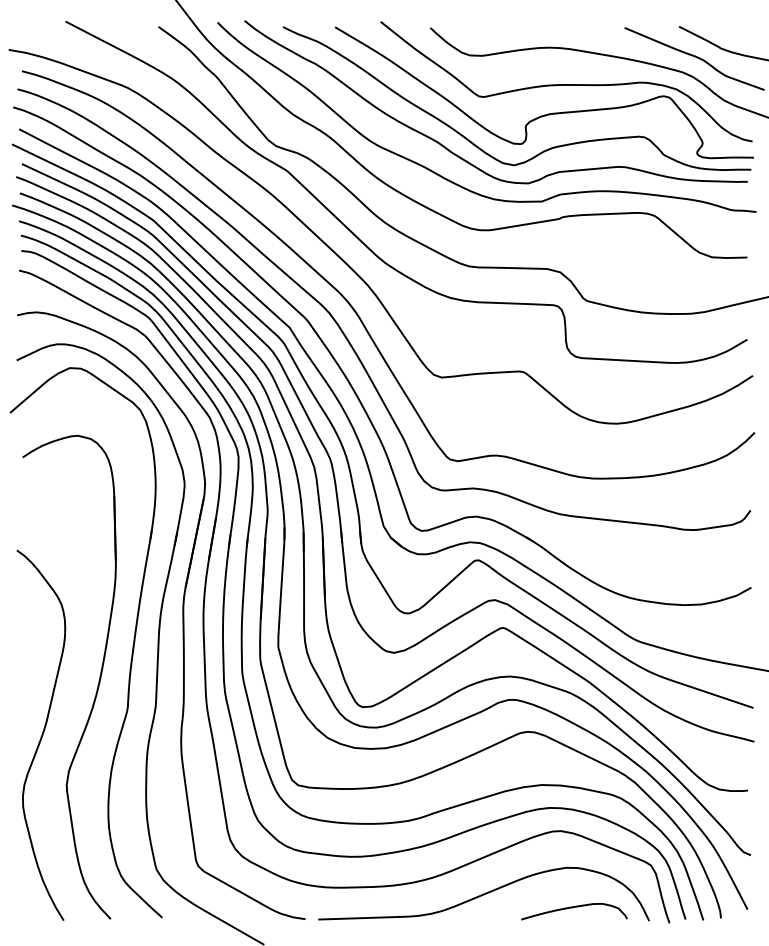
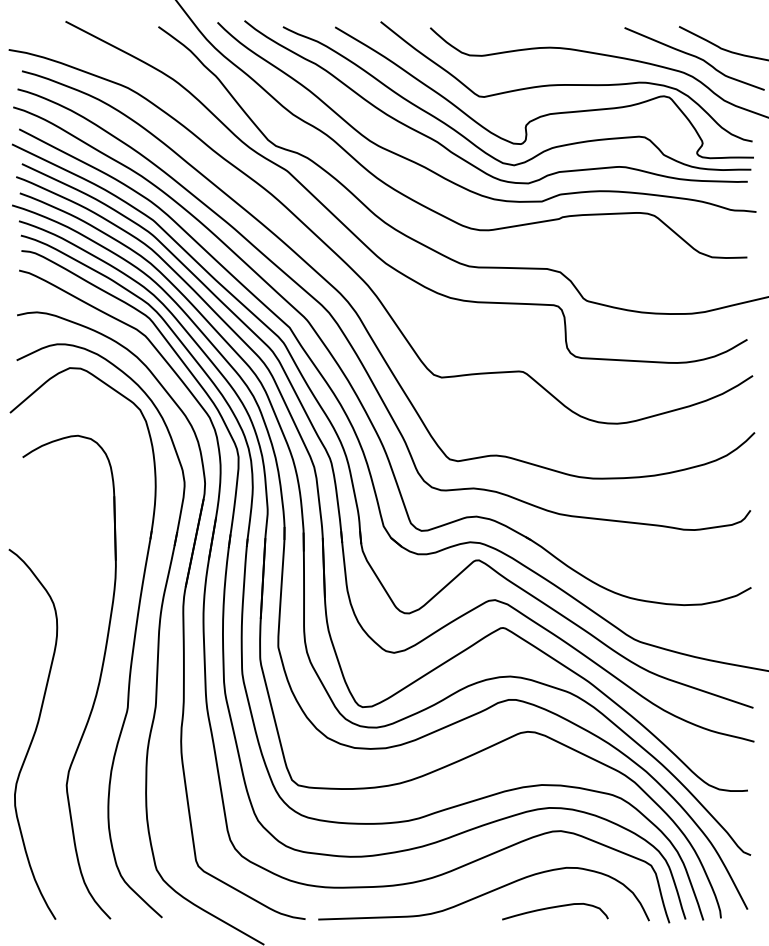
curve at (41, 734) position: (41, 734) -> (33, 733)
curve at (572, 908) position: (572, 908) -> (553, 908)
